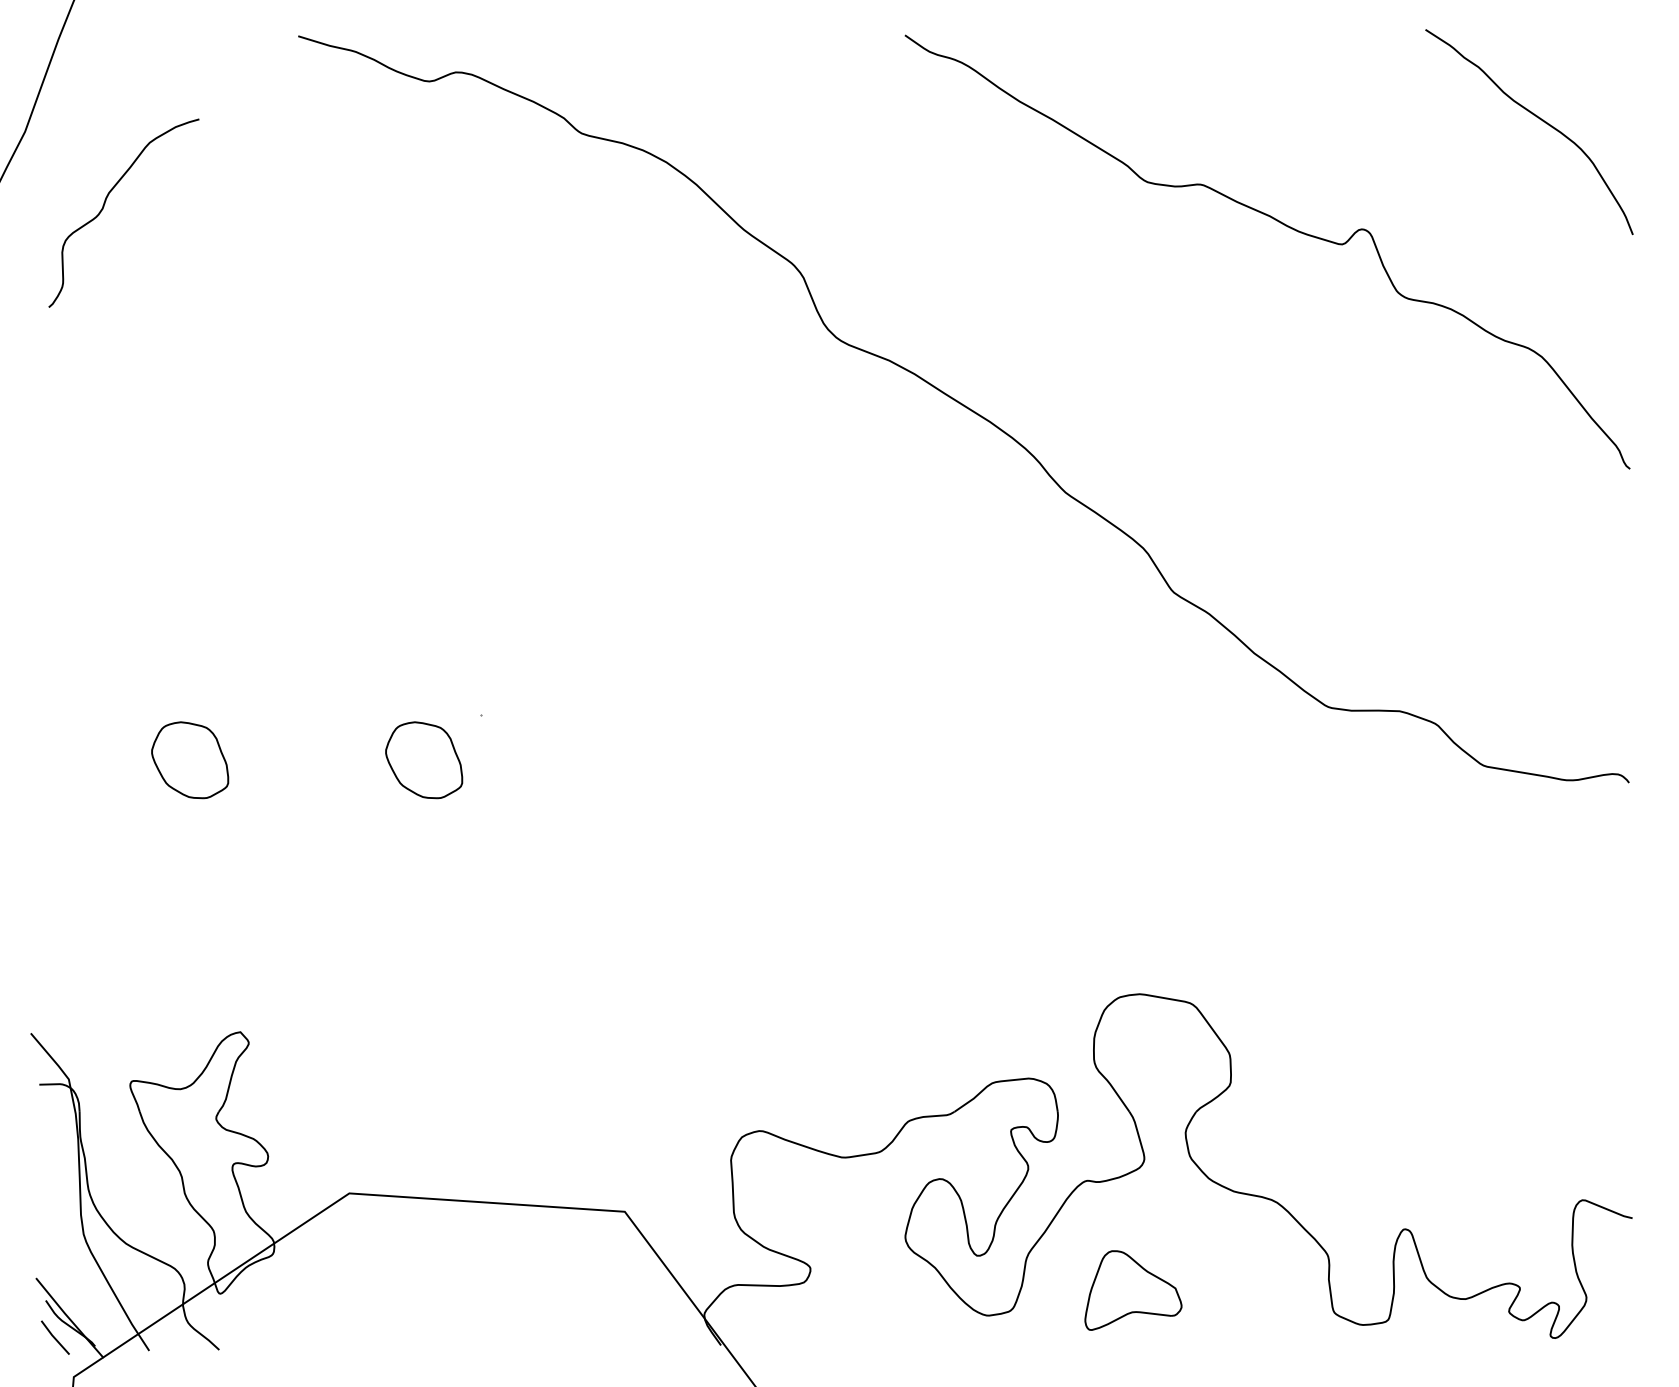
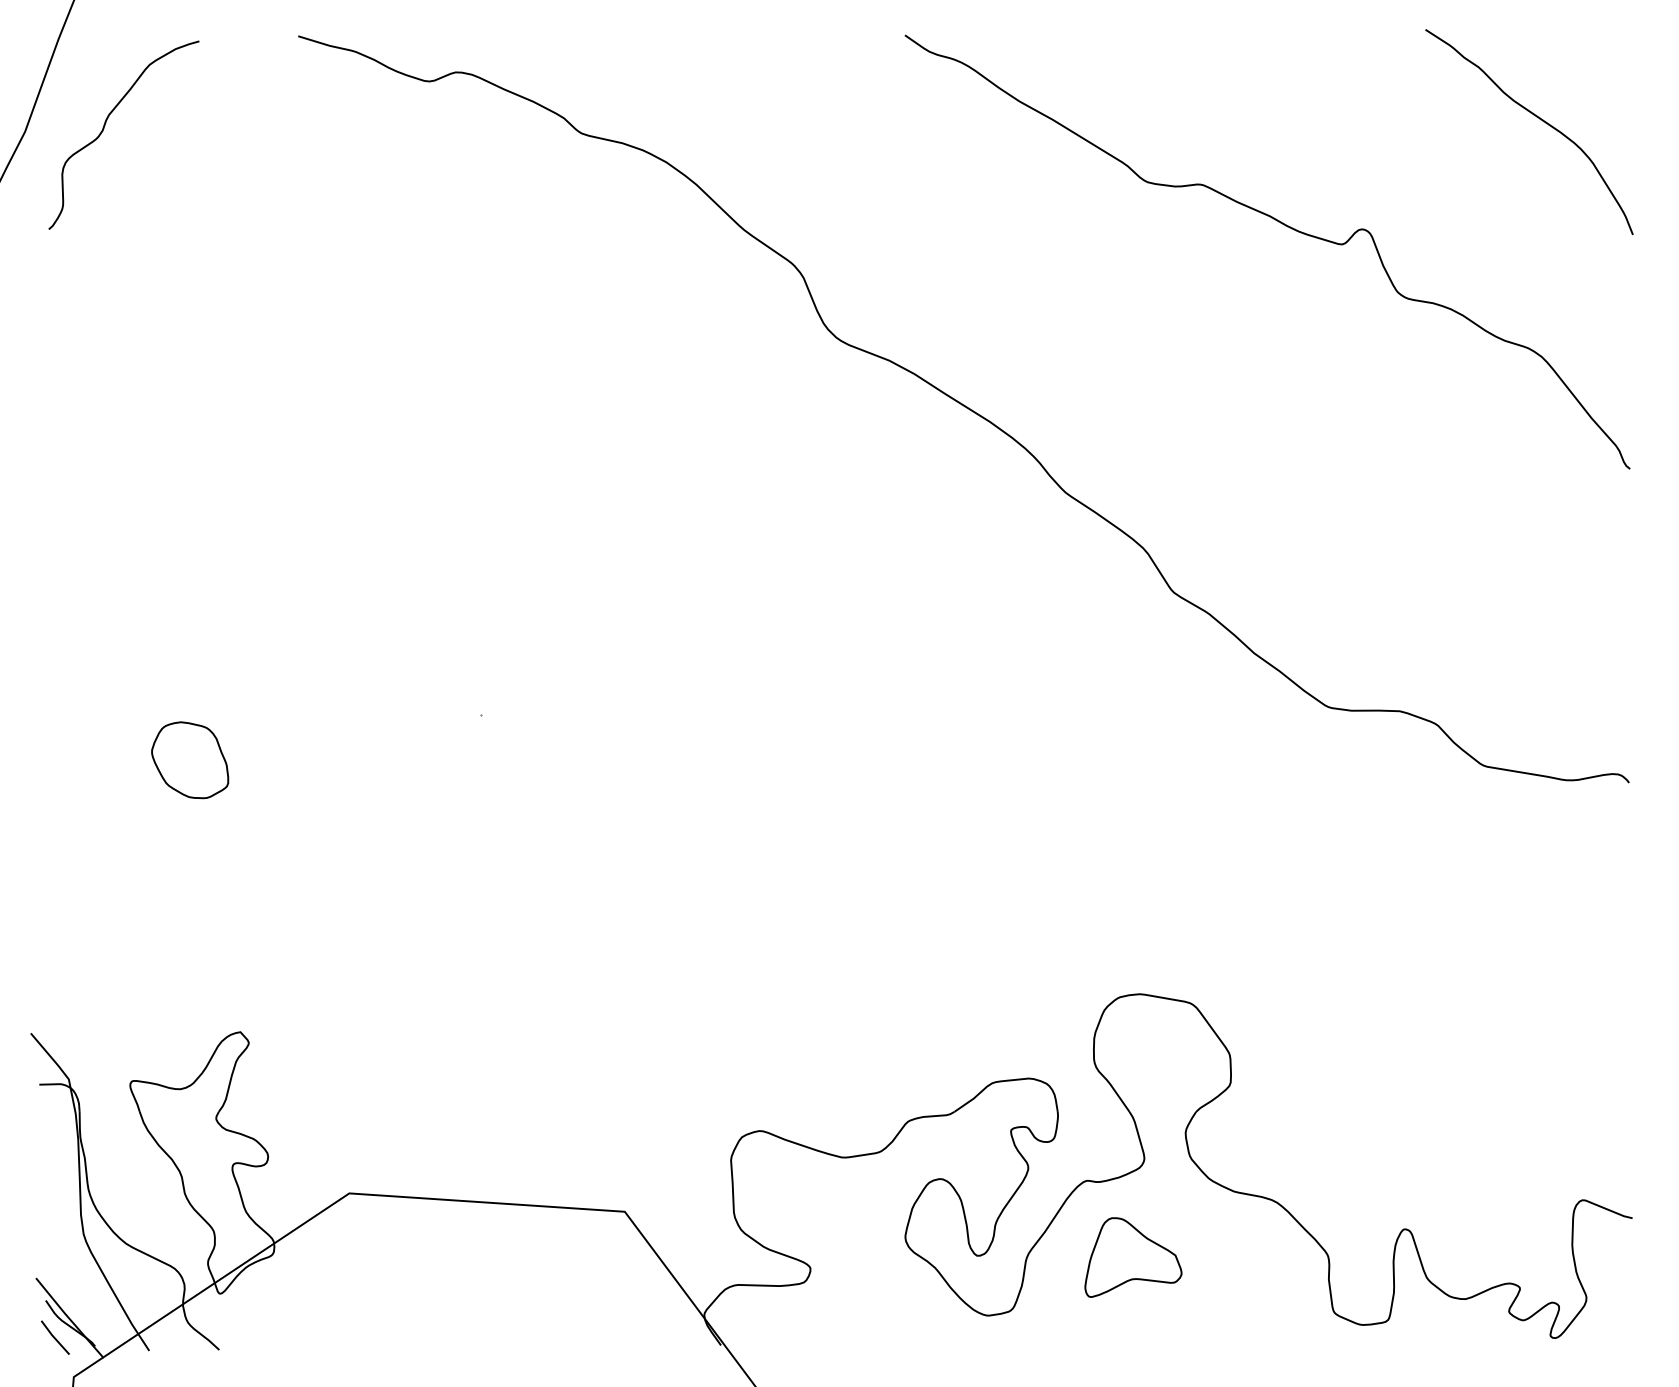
curve at (105, 204) position: (105, 204) -> (105, 126)
part at (424, 760): present -> none
part at (1133, 1290) position: (1133, 1290) -> (1133, 1257)
